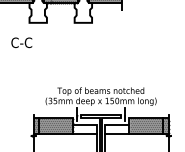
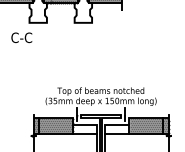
text at (21, 42) position: (21, 42) -> (21, 37)
